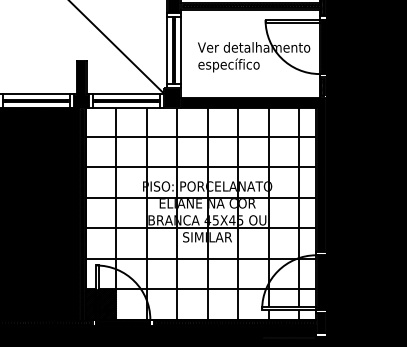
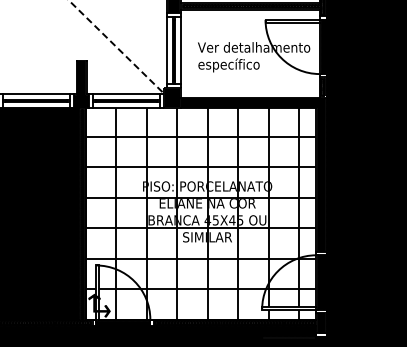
line at (116, 47): solid -> dashed
hatch at (100, 304): present -> none
